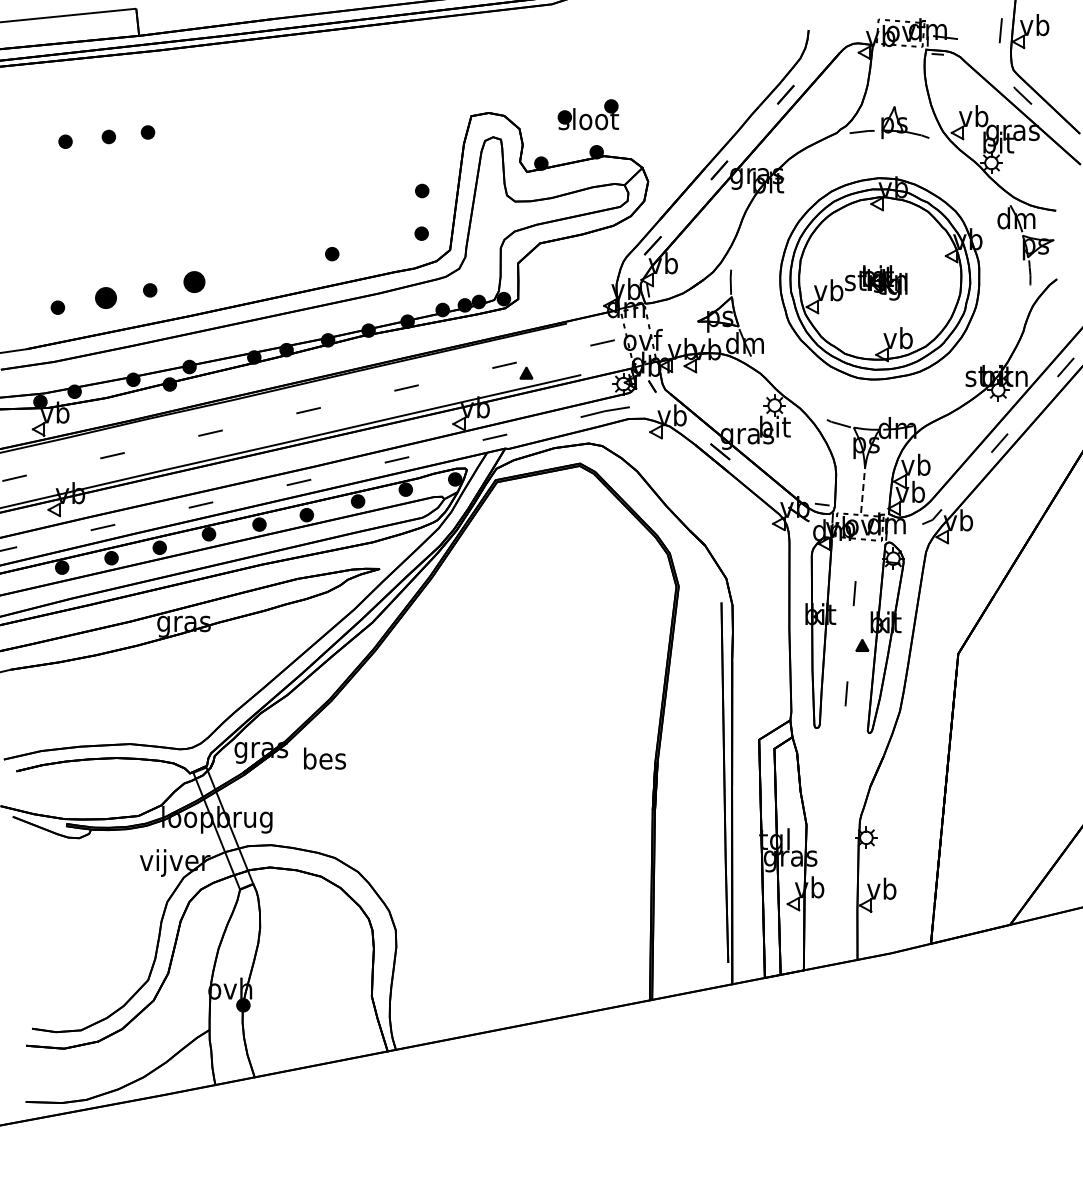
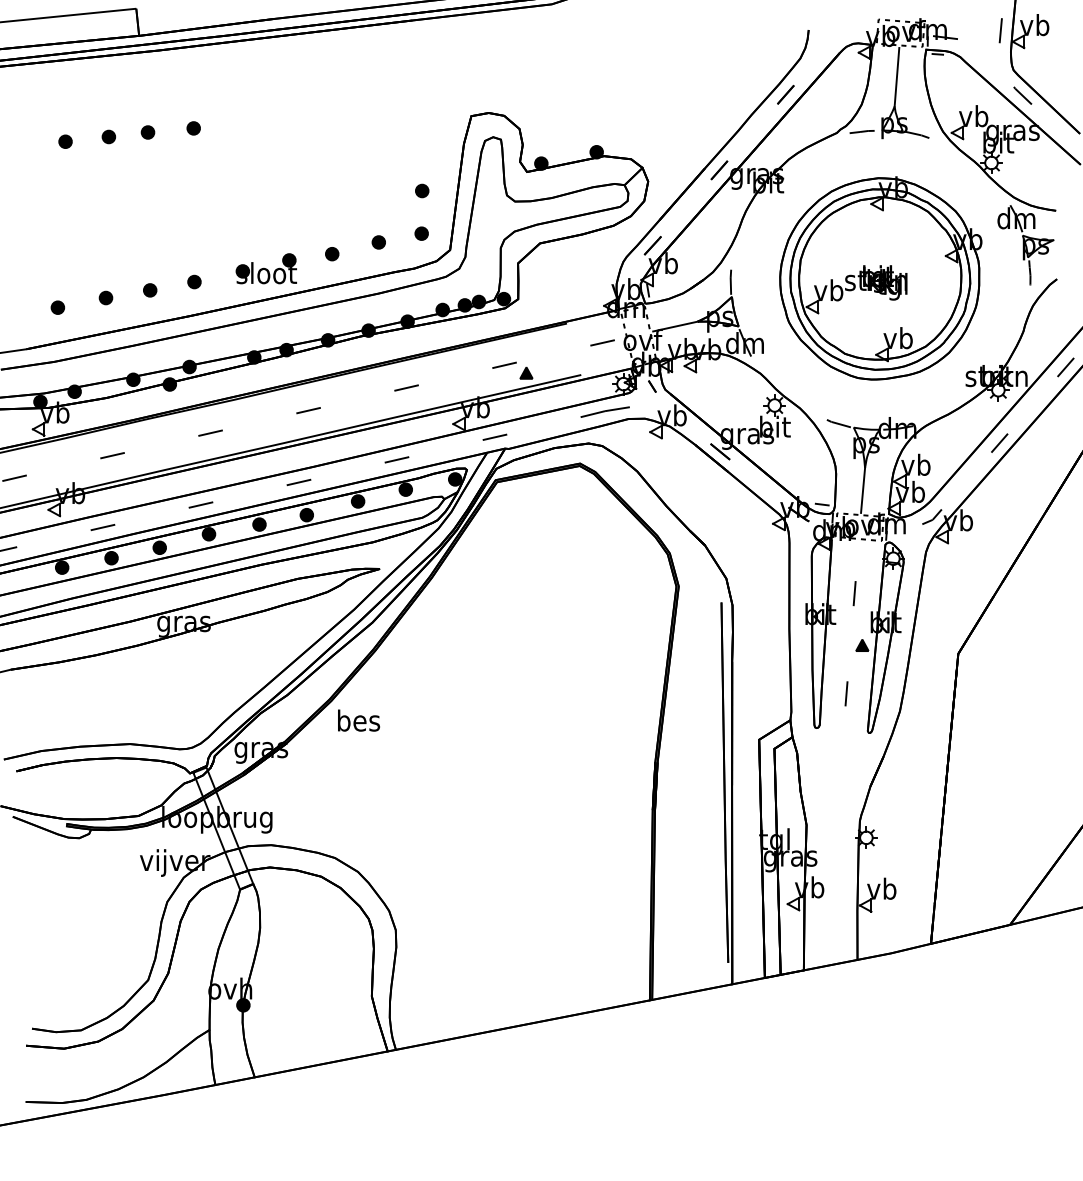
line at (896, 77): none -> present
part at (587, 114) position: (587, 114) -> (265, 268)
part at (193, 128): none -> present
part at (378, 242): none -> present
part at (194, 281) size: 23x22 px -> 15x16 px
part at (105, 297) size: 22x22 px -> 16x16 px
line at (675, 326): none -> present
line at (863, 490): dashed -> solid
text at (324, 758) position: (324, 758) -> (358, 720)
